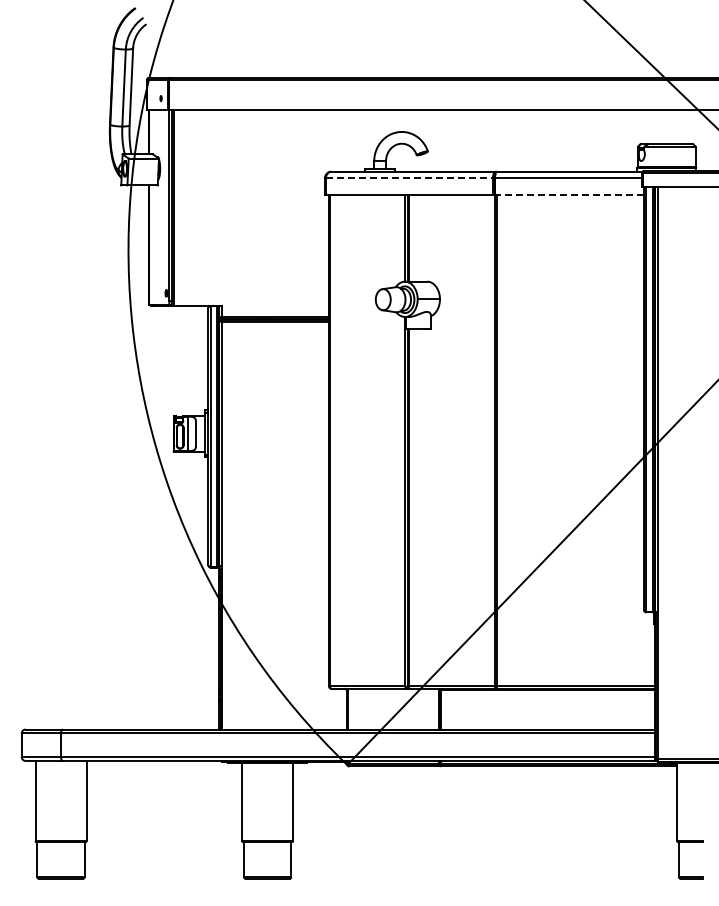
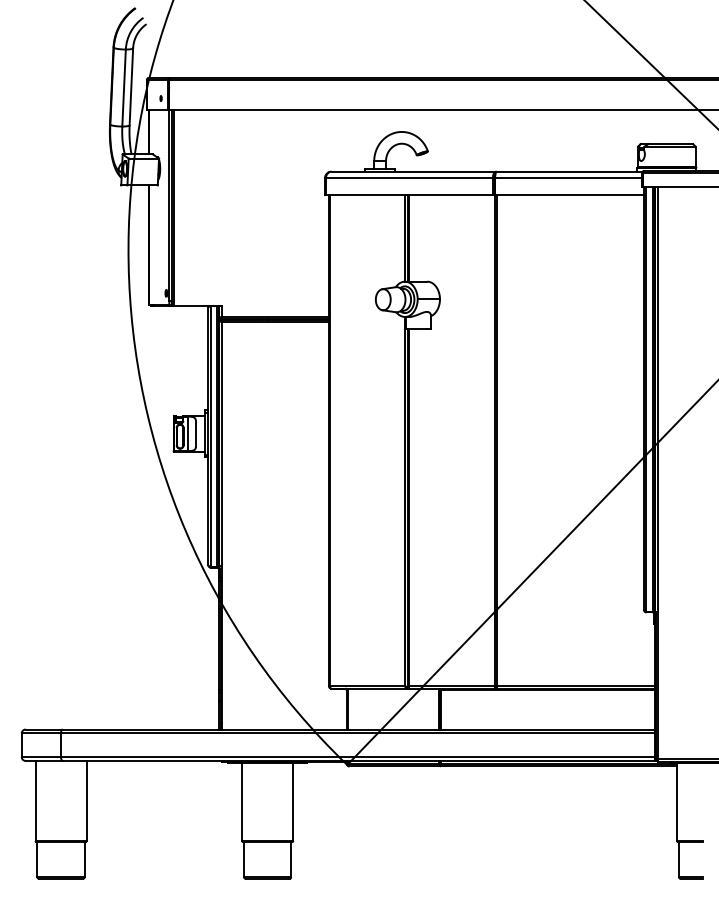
line at (409, 178): dashed -> solid
line at (569, 195): dashed -> solid
